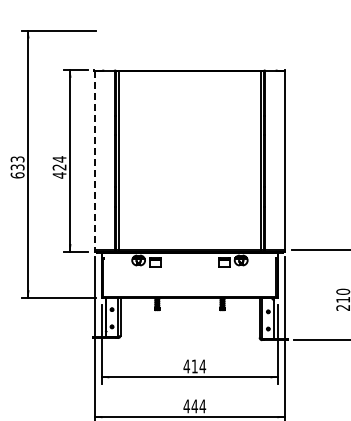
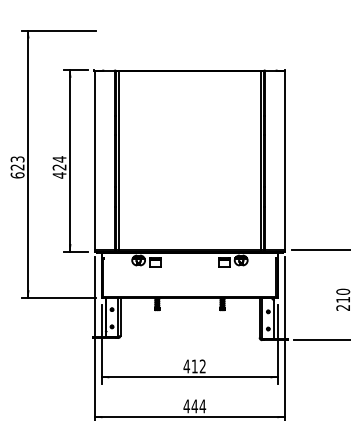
line at (94, 160): dashed -> solid
text at (17, 167): 633 -> 623
text at (202, 366): 414 -> 412
